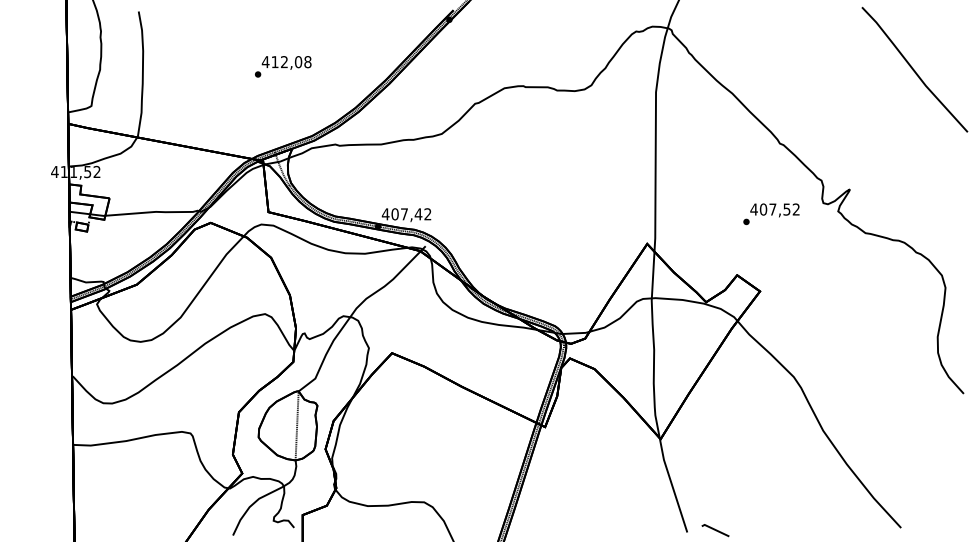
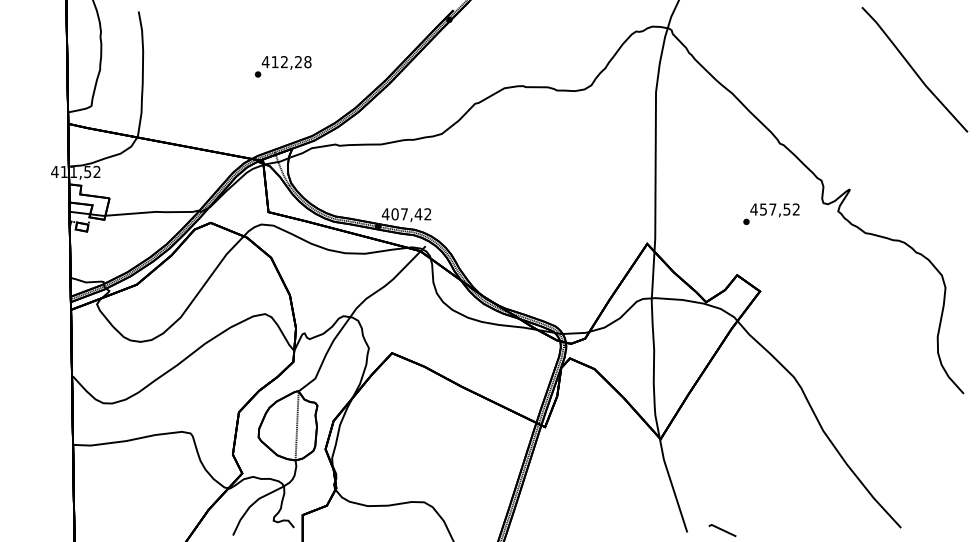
text at (298, 62): 412,08 -> 412,28
text at (763, 209): 407,52 -> 457,52
line at (715, 530) position: (715, 530) -> (722, 530)
